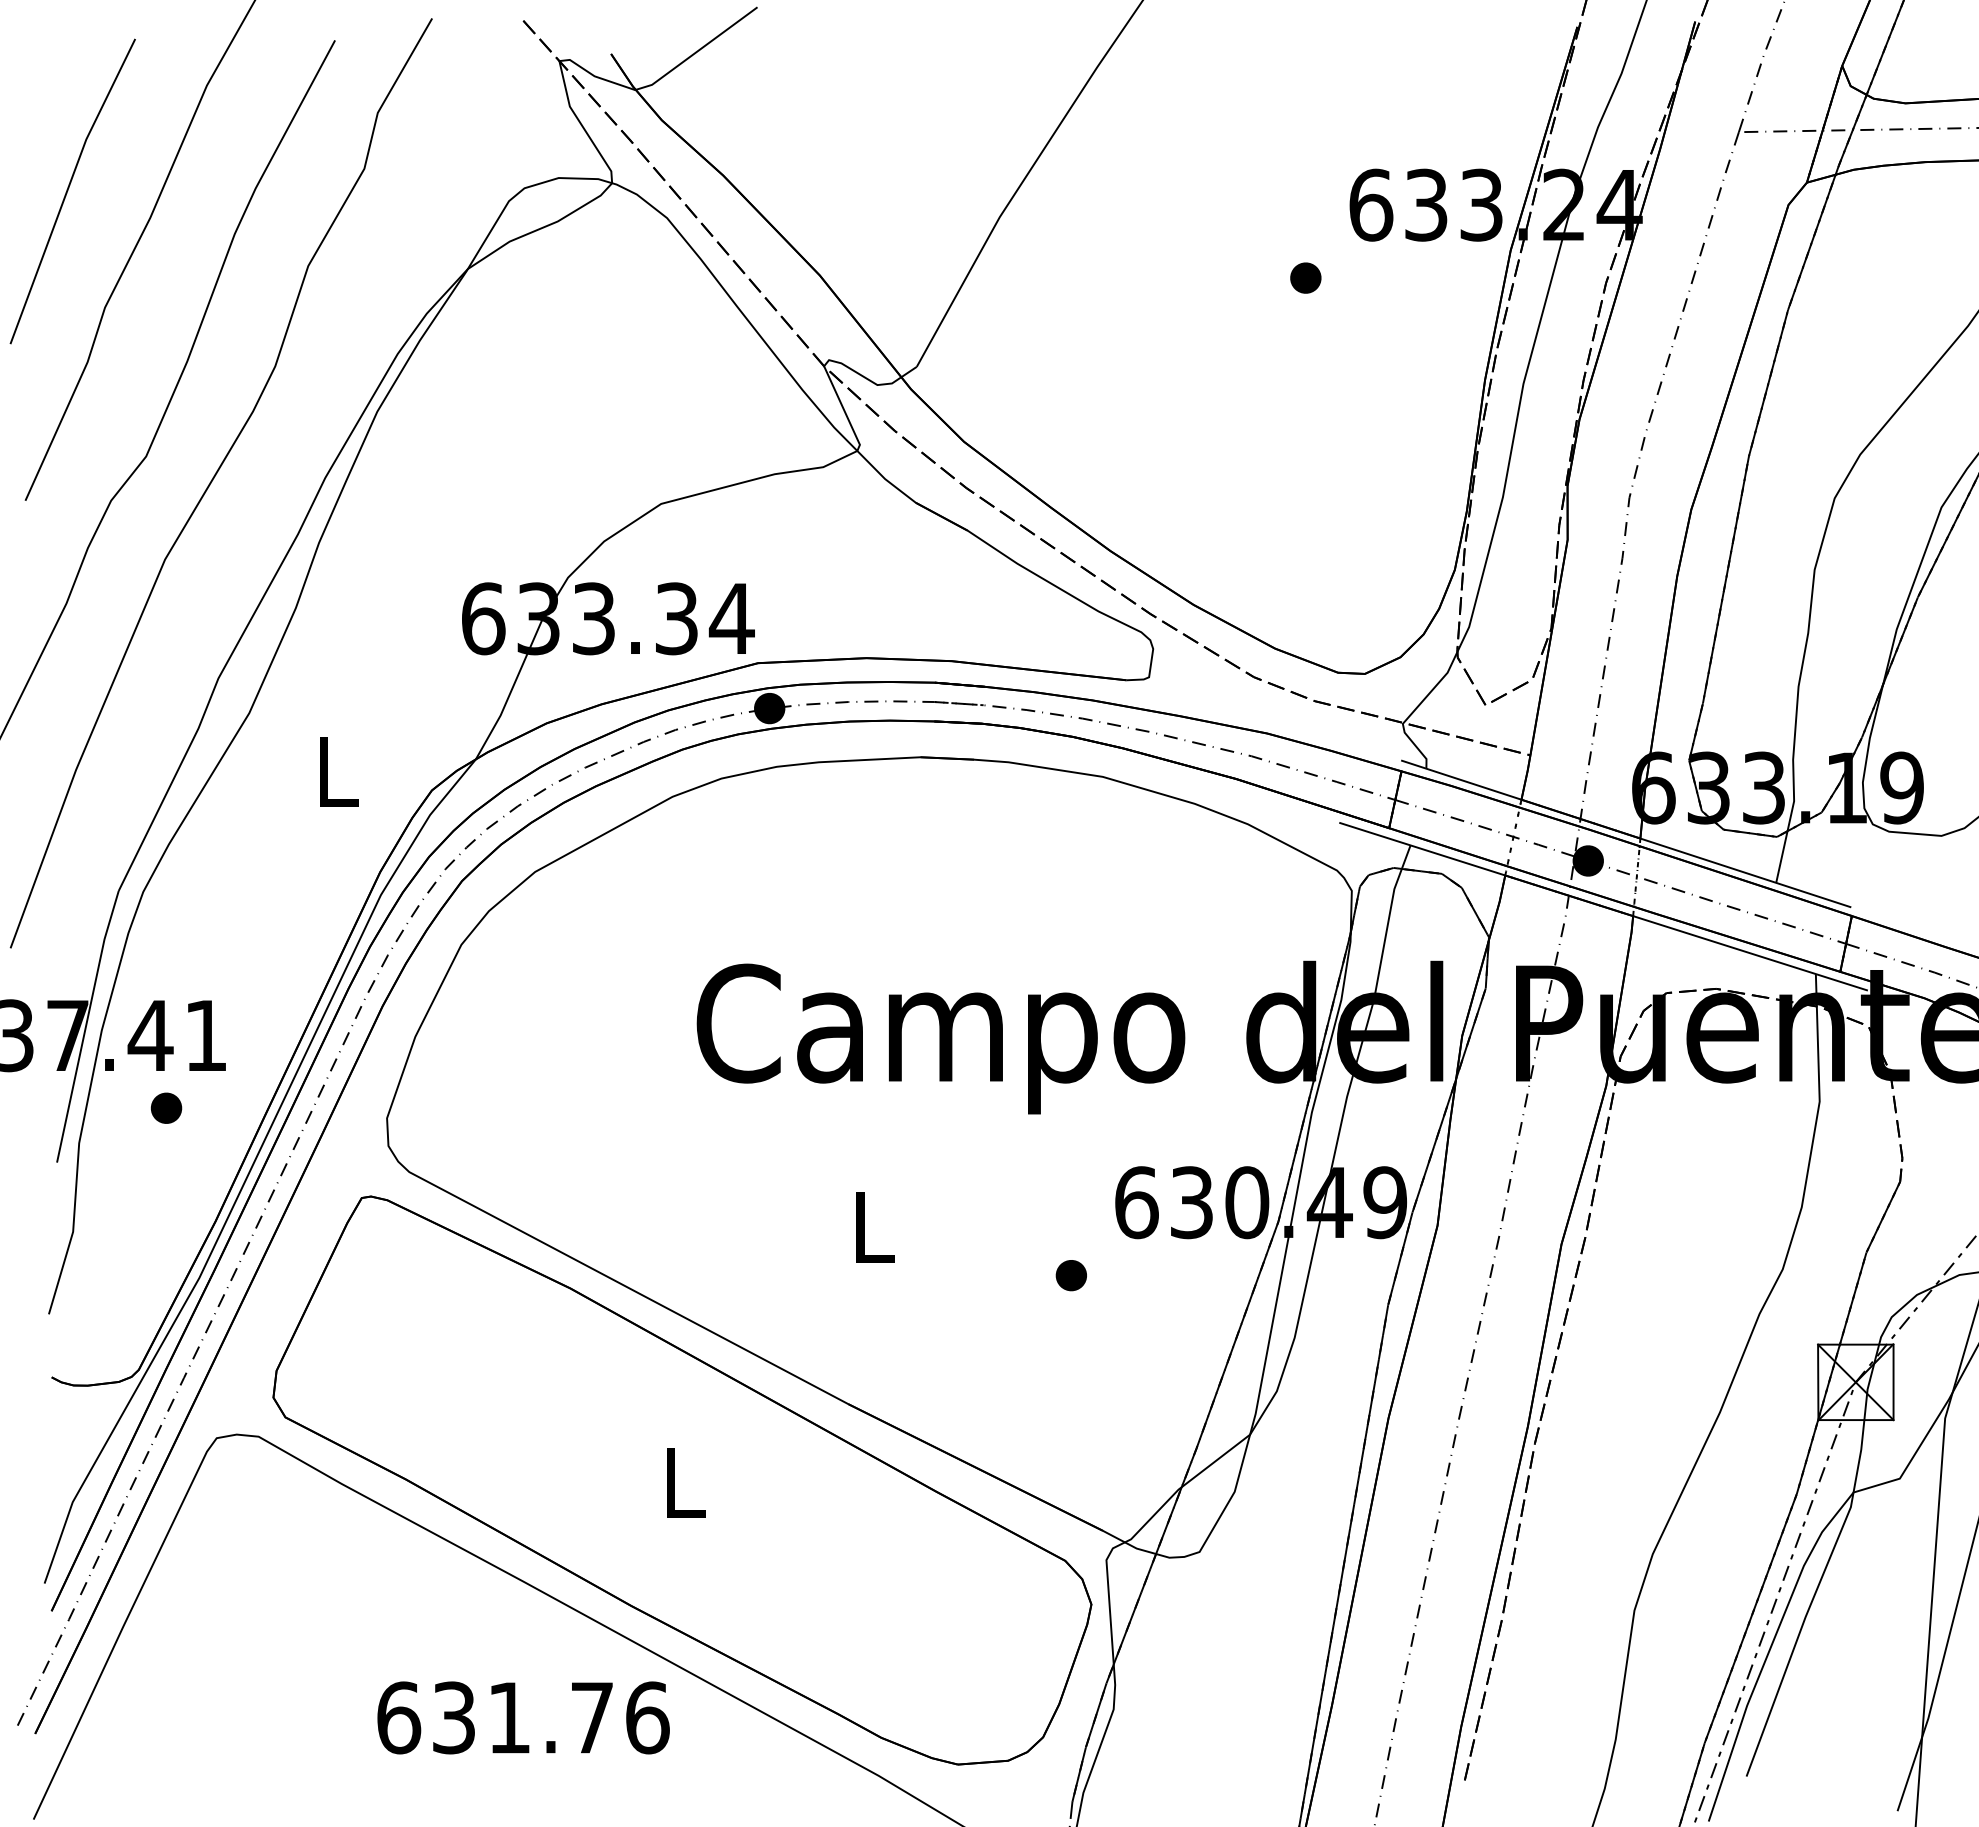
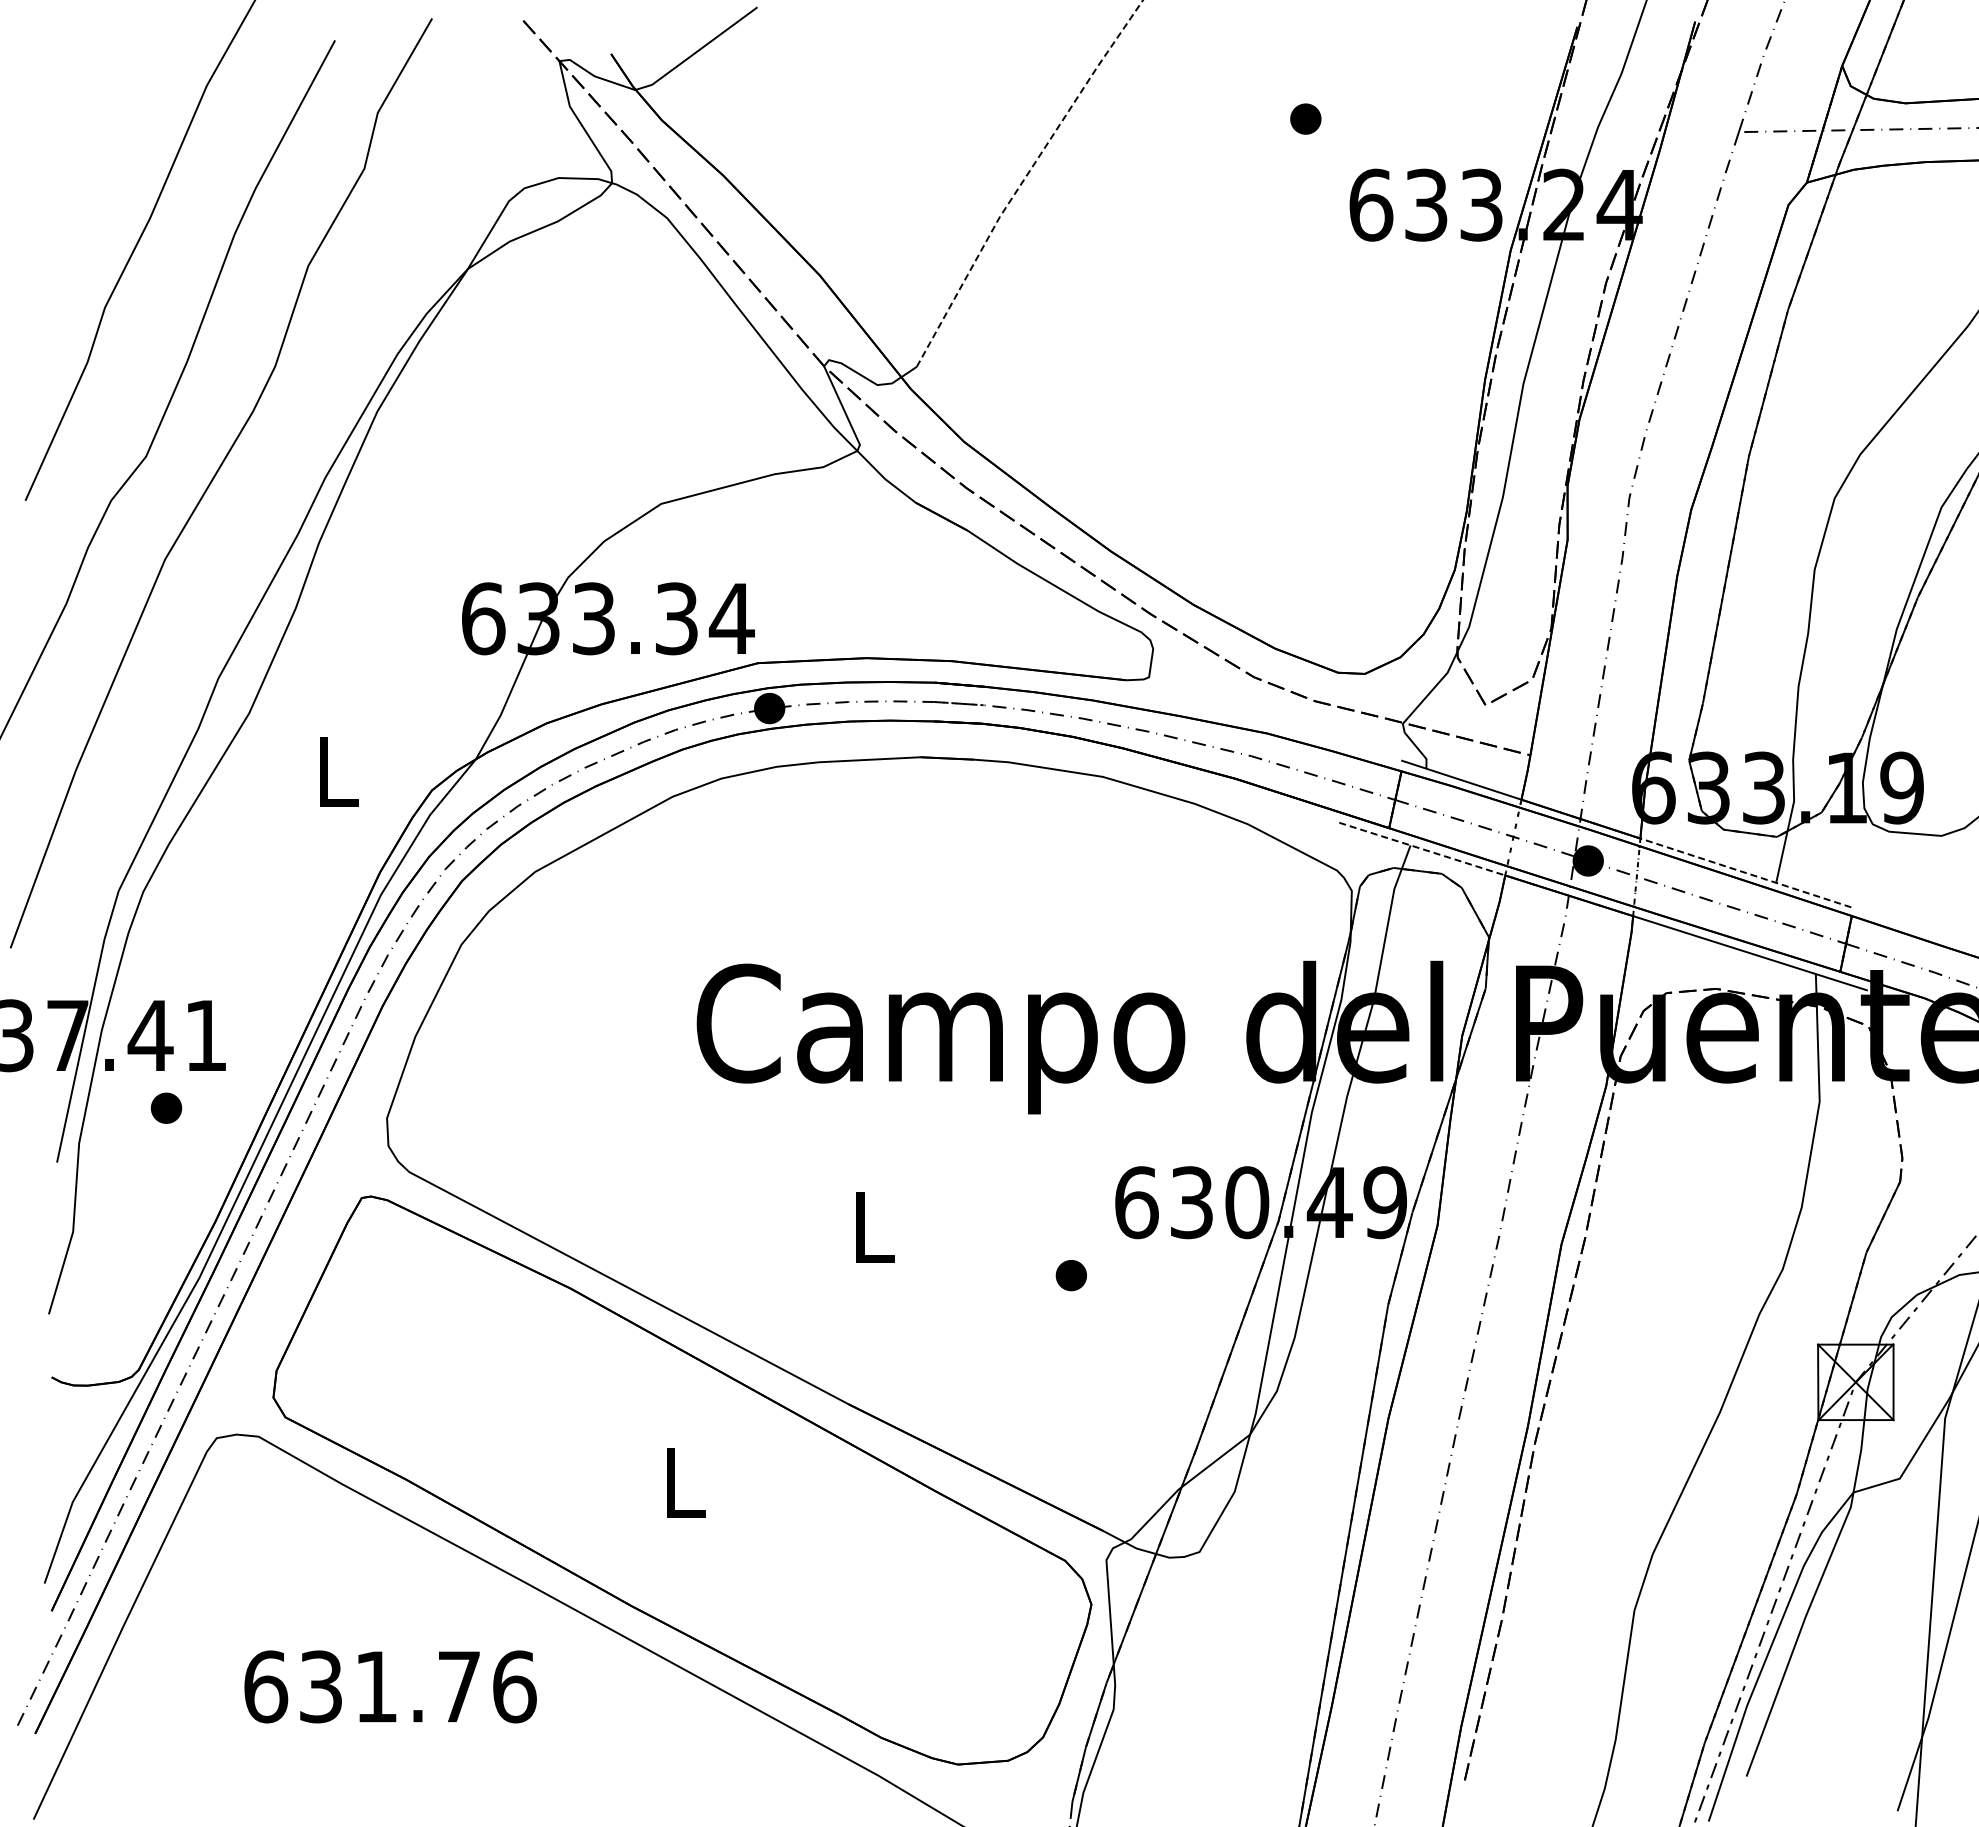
line at (1024, 179): solid -> dashed
line at (68, 190): present -> none
part at (1305, 277) position: (1305, 277) -> (1305, 118)
line at (1422, 849): solid -> dashed
line at (1745, 872): solid -> dashed
text at (523, 1717) position: (523, 1717) -> (390, 1686)
